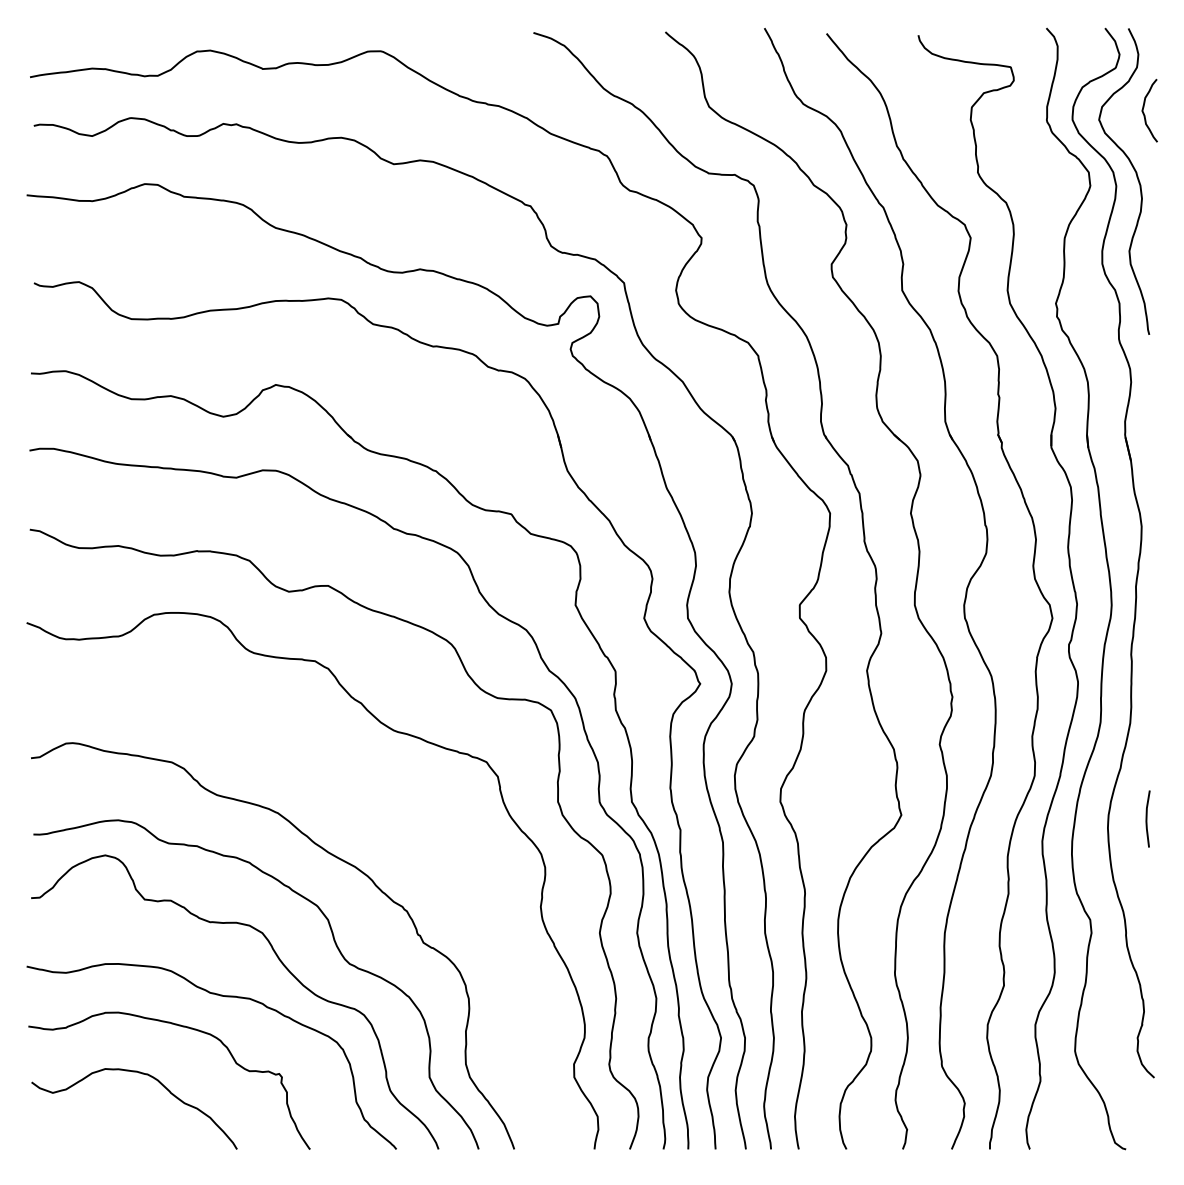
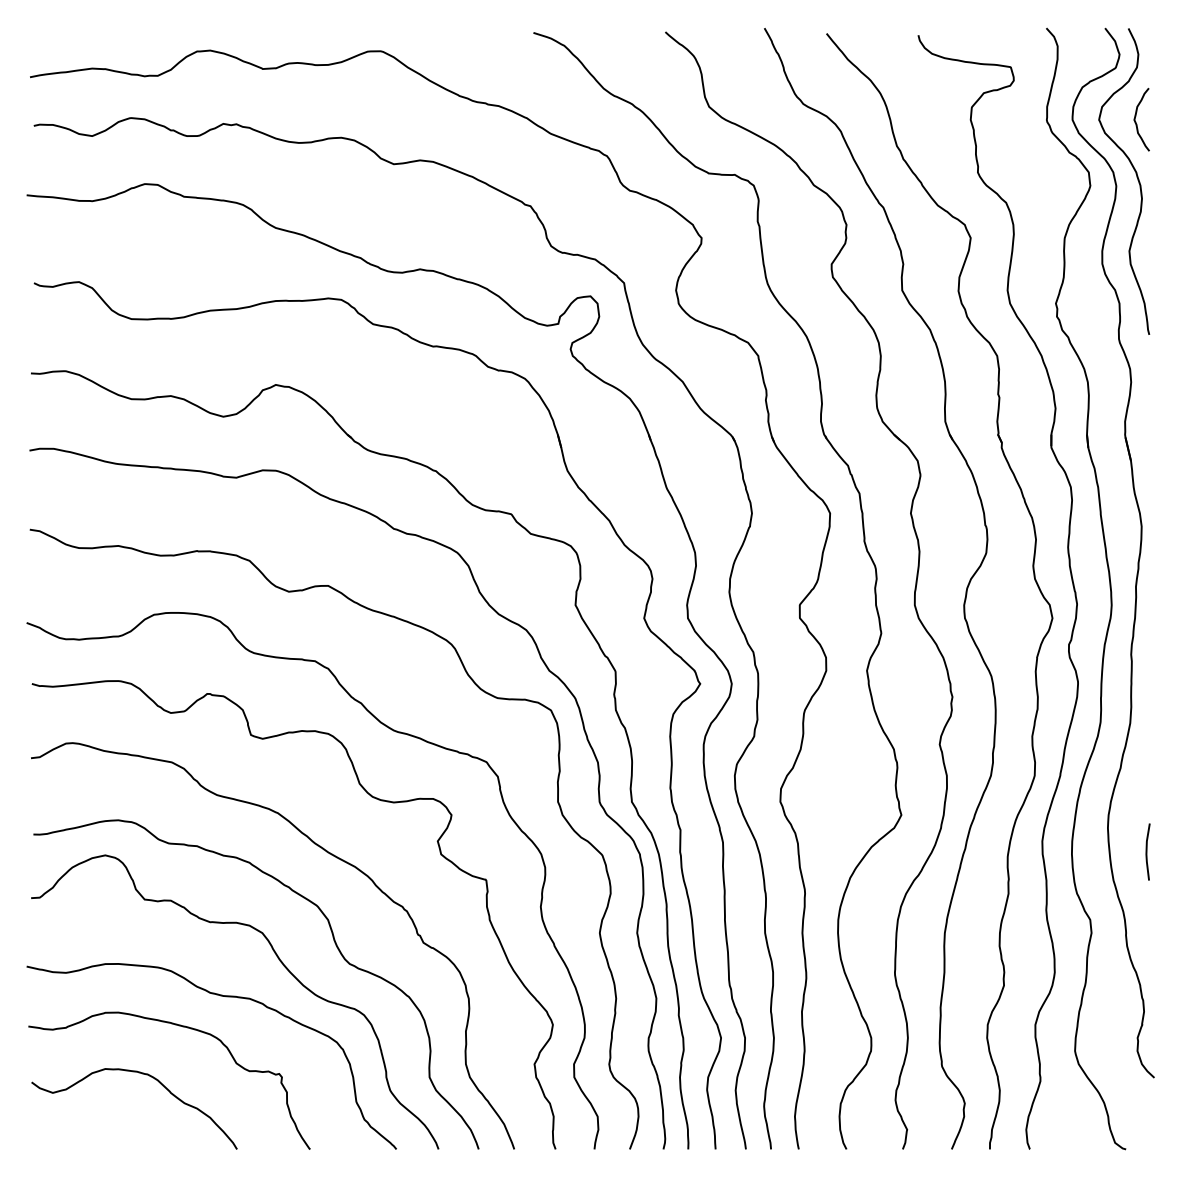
curve at (1144, 112) position: (1144, 112) -> (1136, 121)
curve at (371, 797): none -> present
line at (1147, 818) position: (1147, 818) -> (1147, 851)
